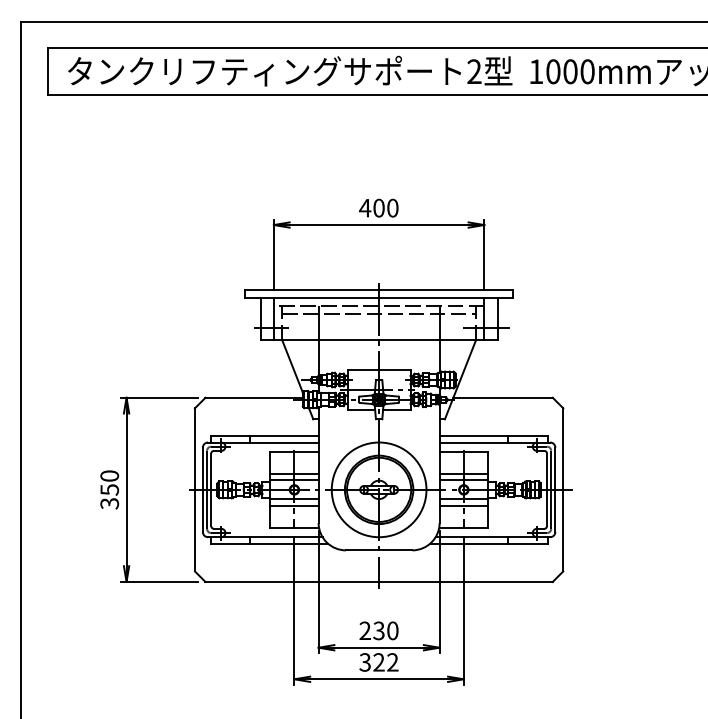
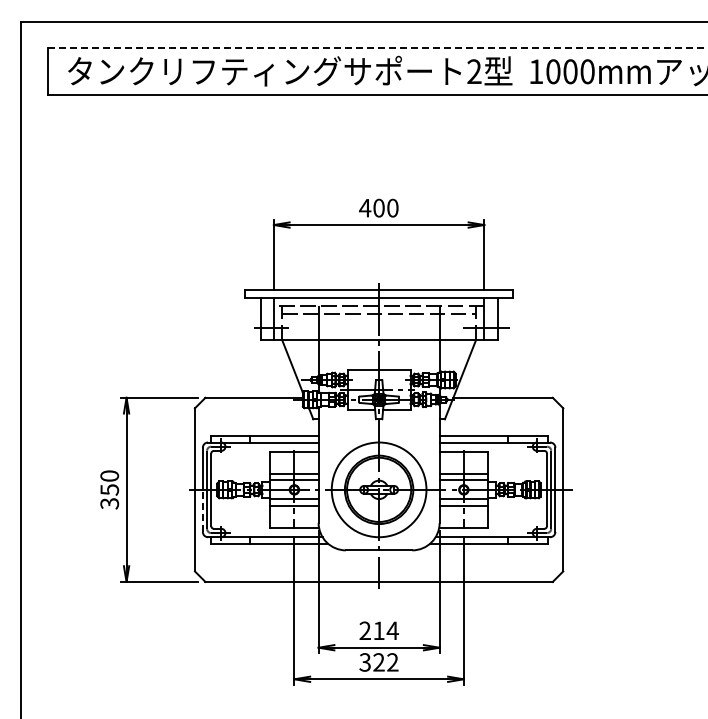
line at (378, 47): solid -> dashed
line at (202, 510): solid -> dashed
text at (385, 630): 230 -> 214
